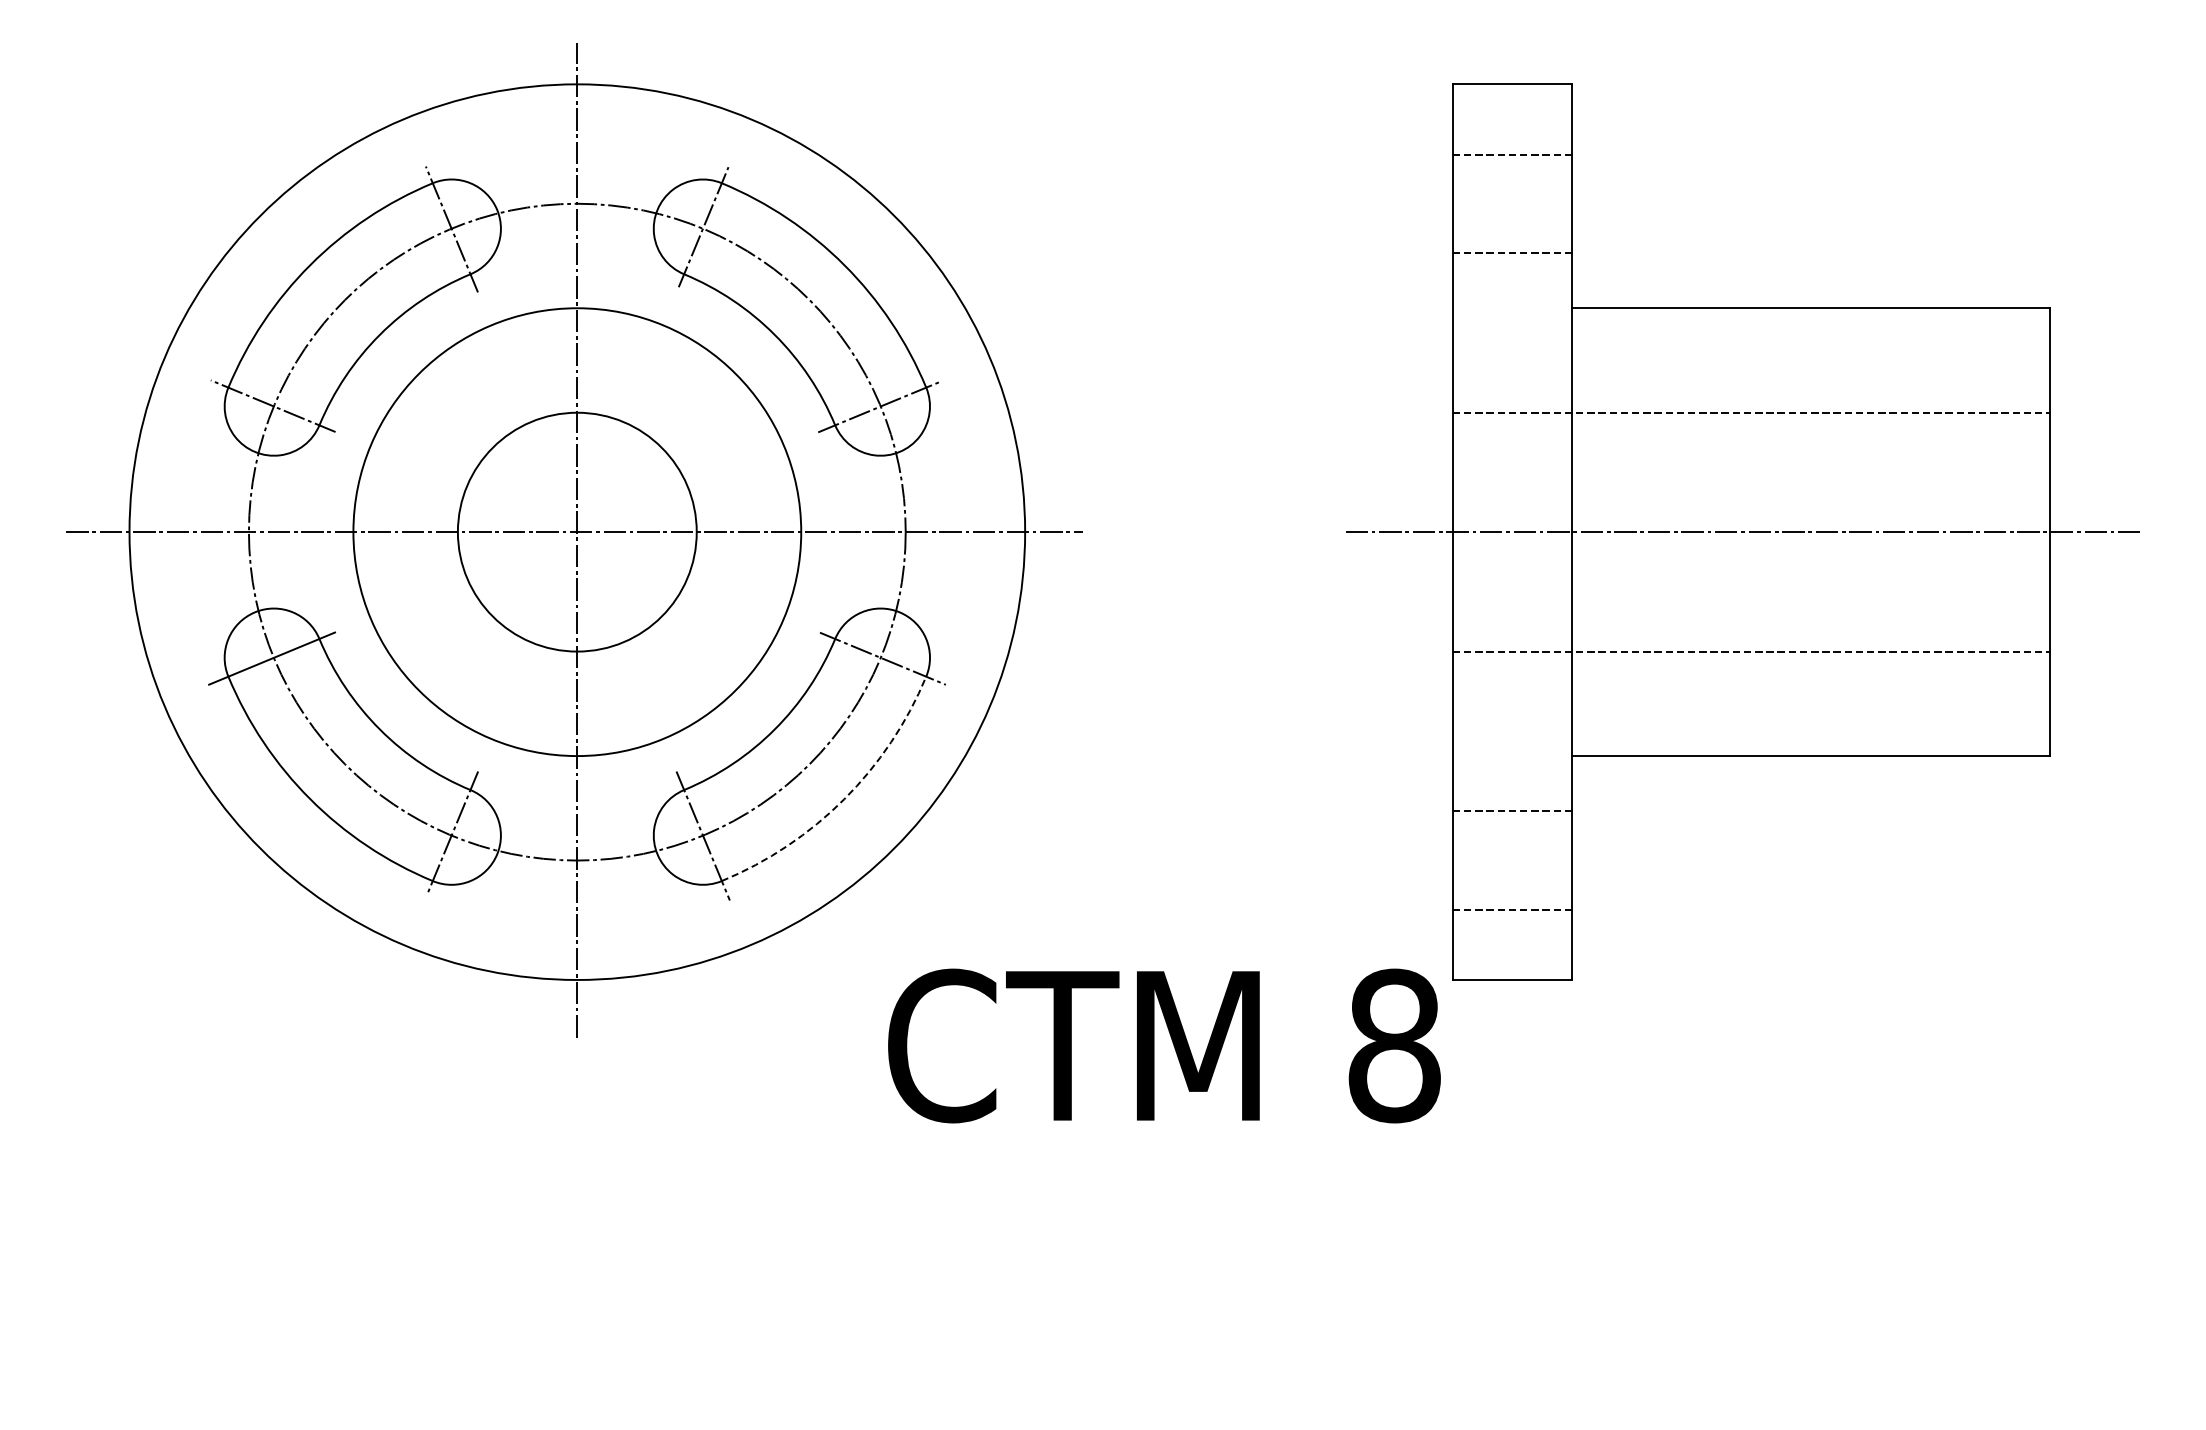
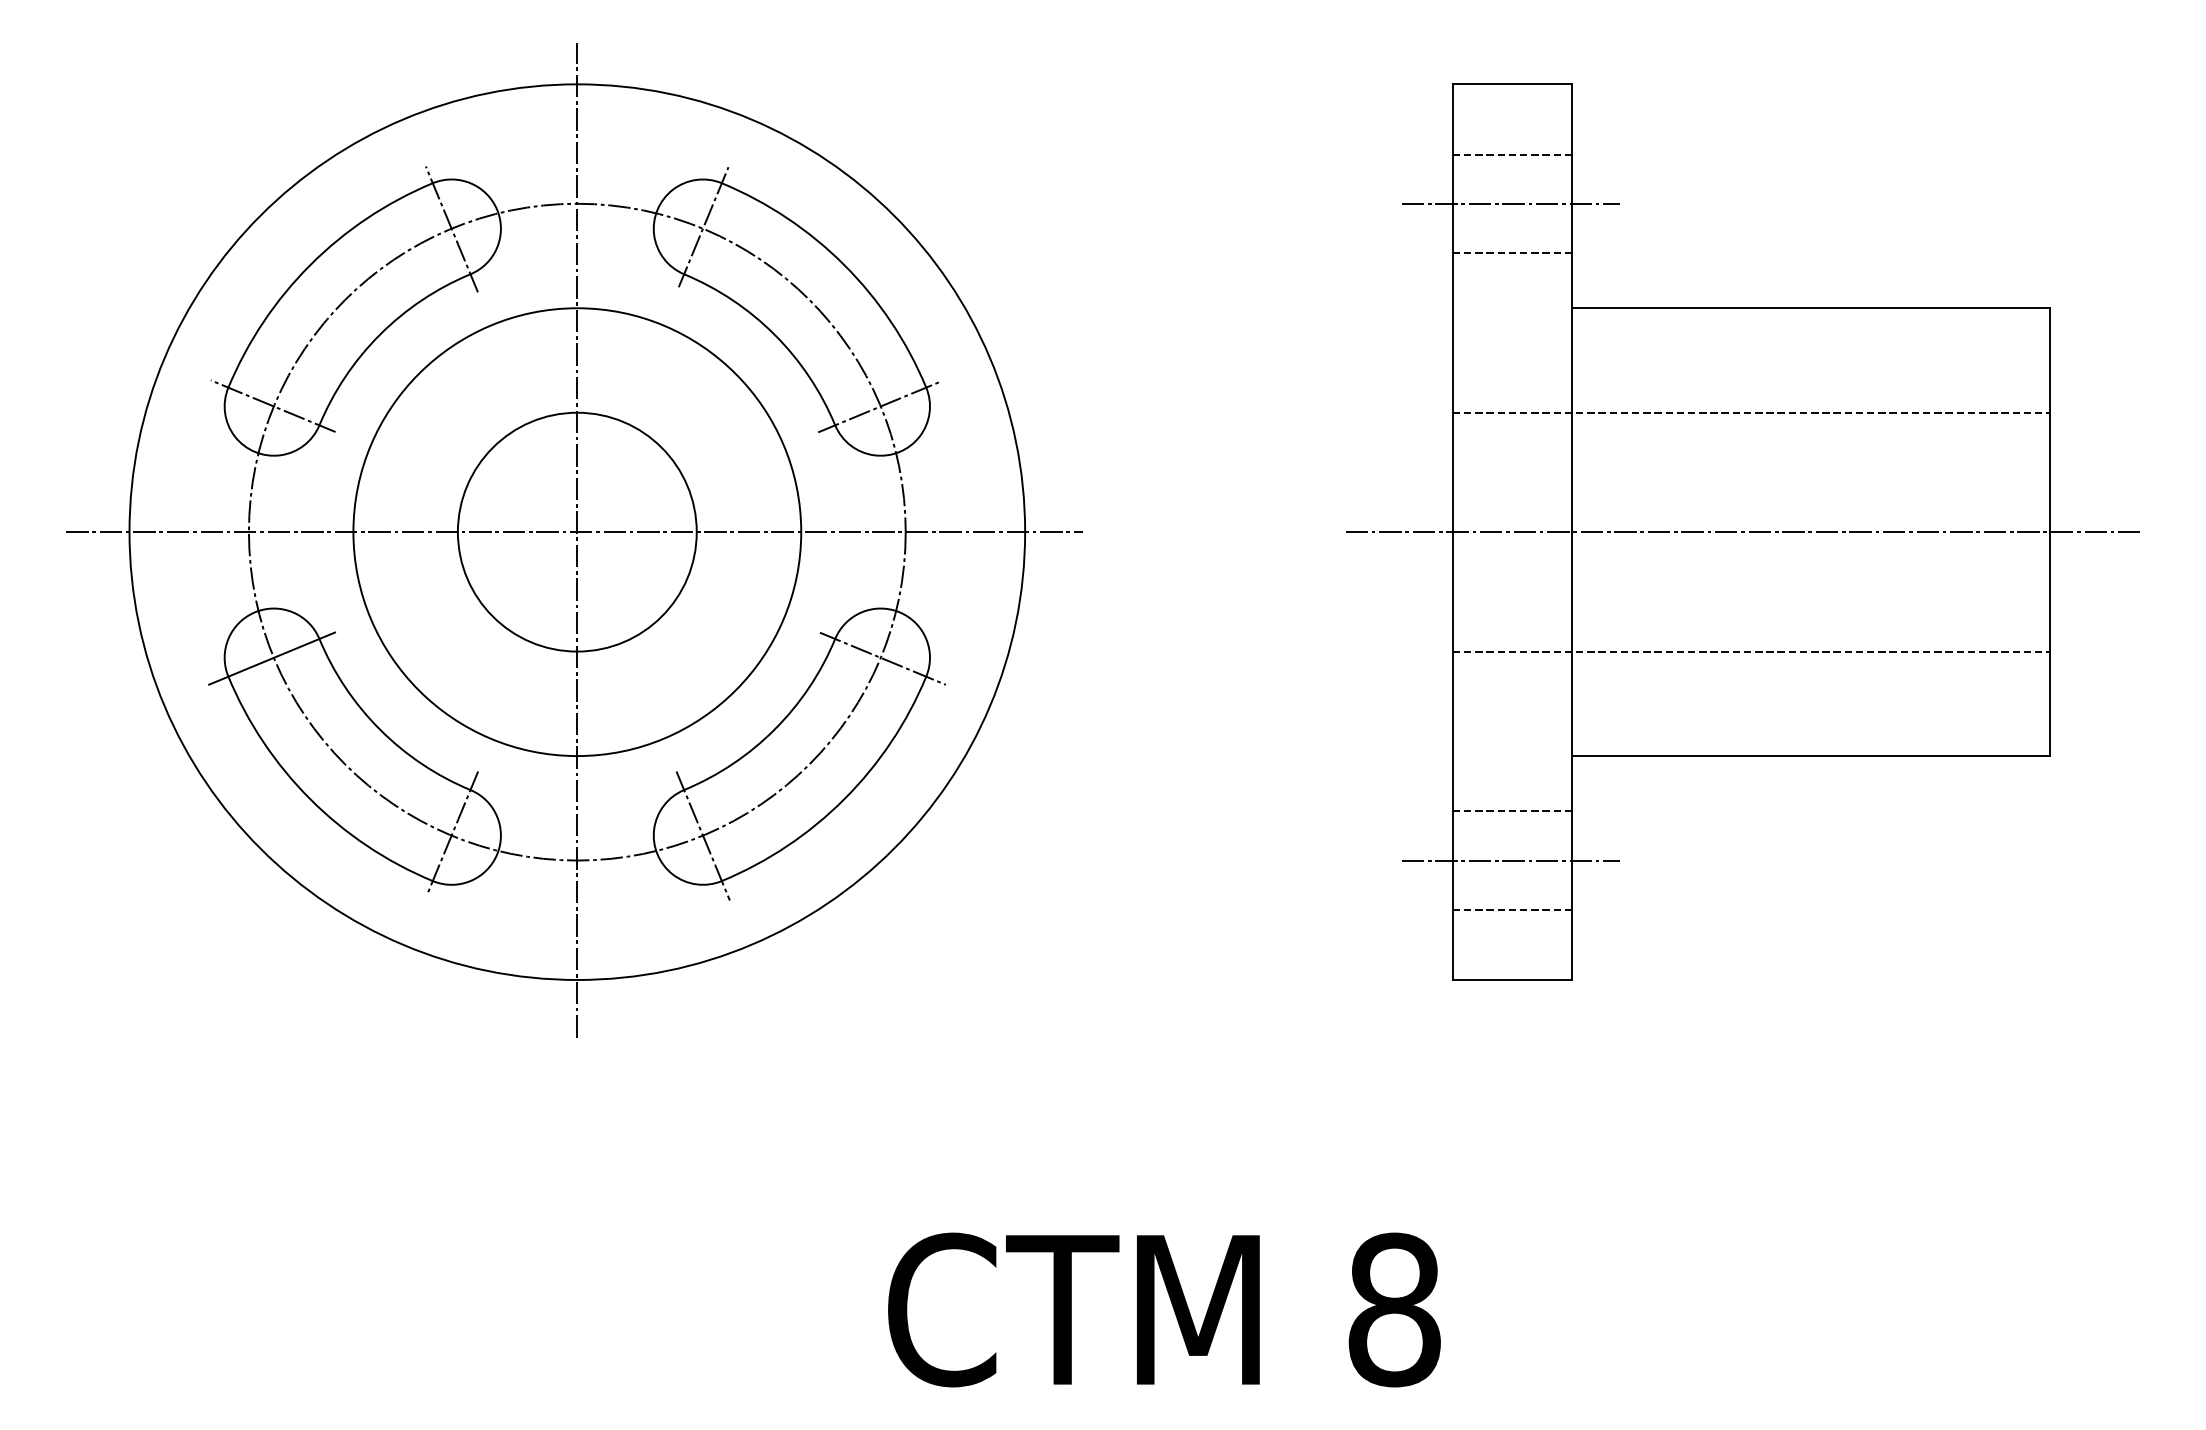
line at (1510, 203): none -> present
arc at (844, 799): dashed -> solid
line at (1510, 860): none -> present
text at (1164, 1045) position: (1164, 1045) -> (1164, 1309)
